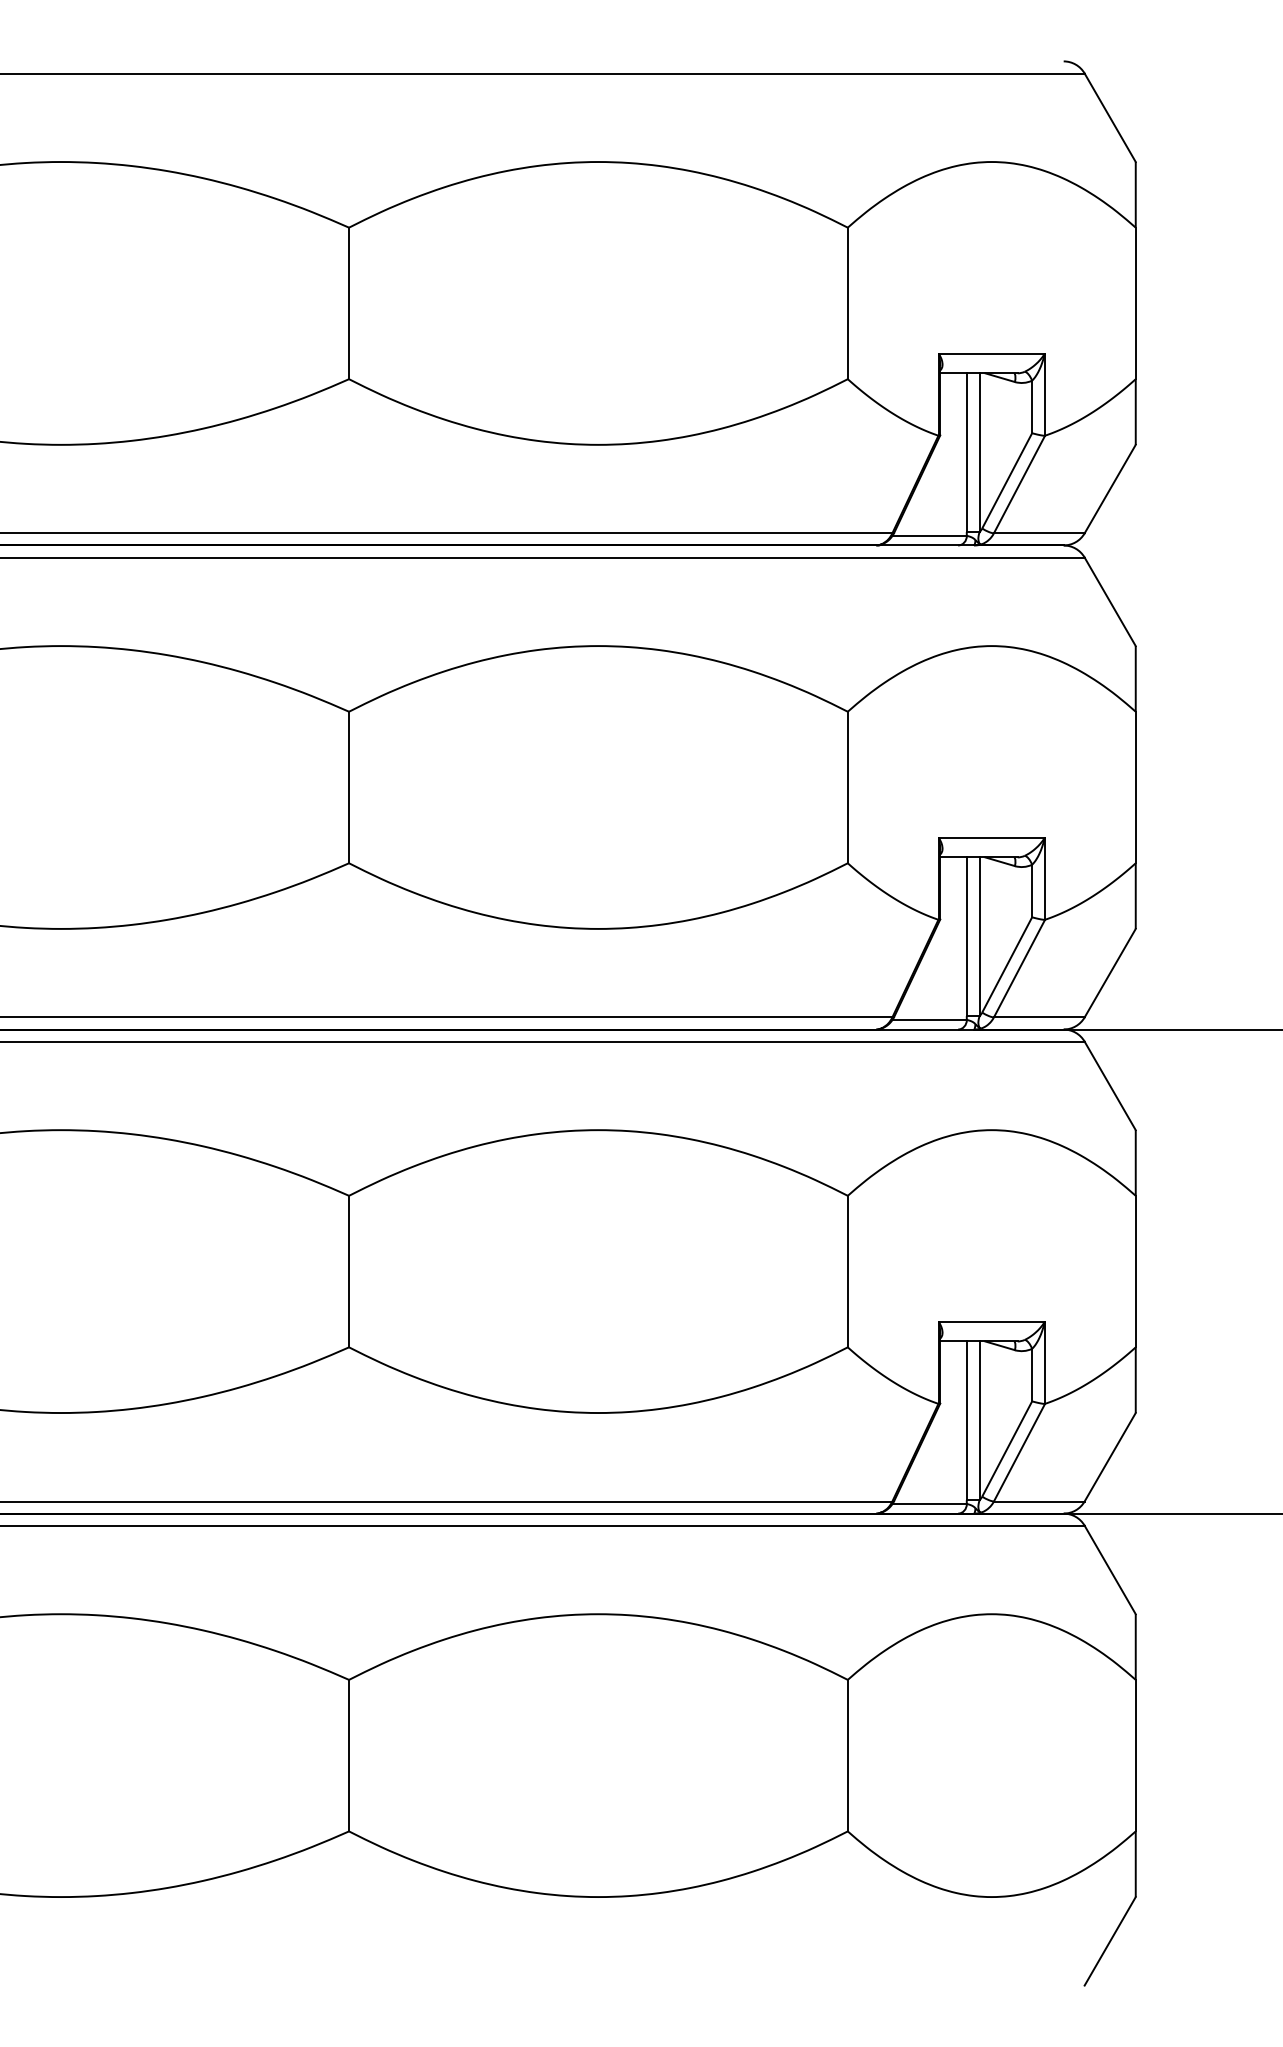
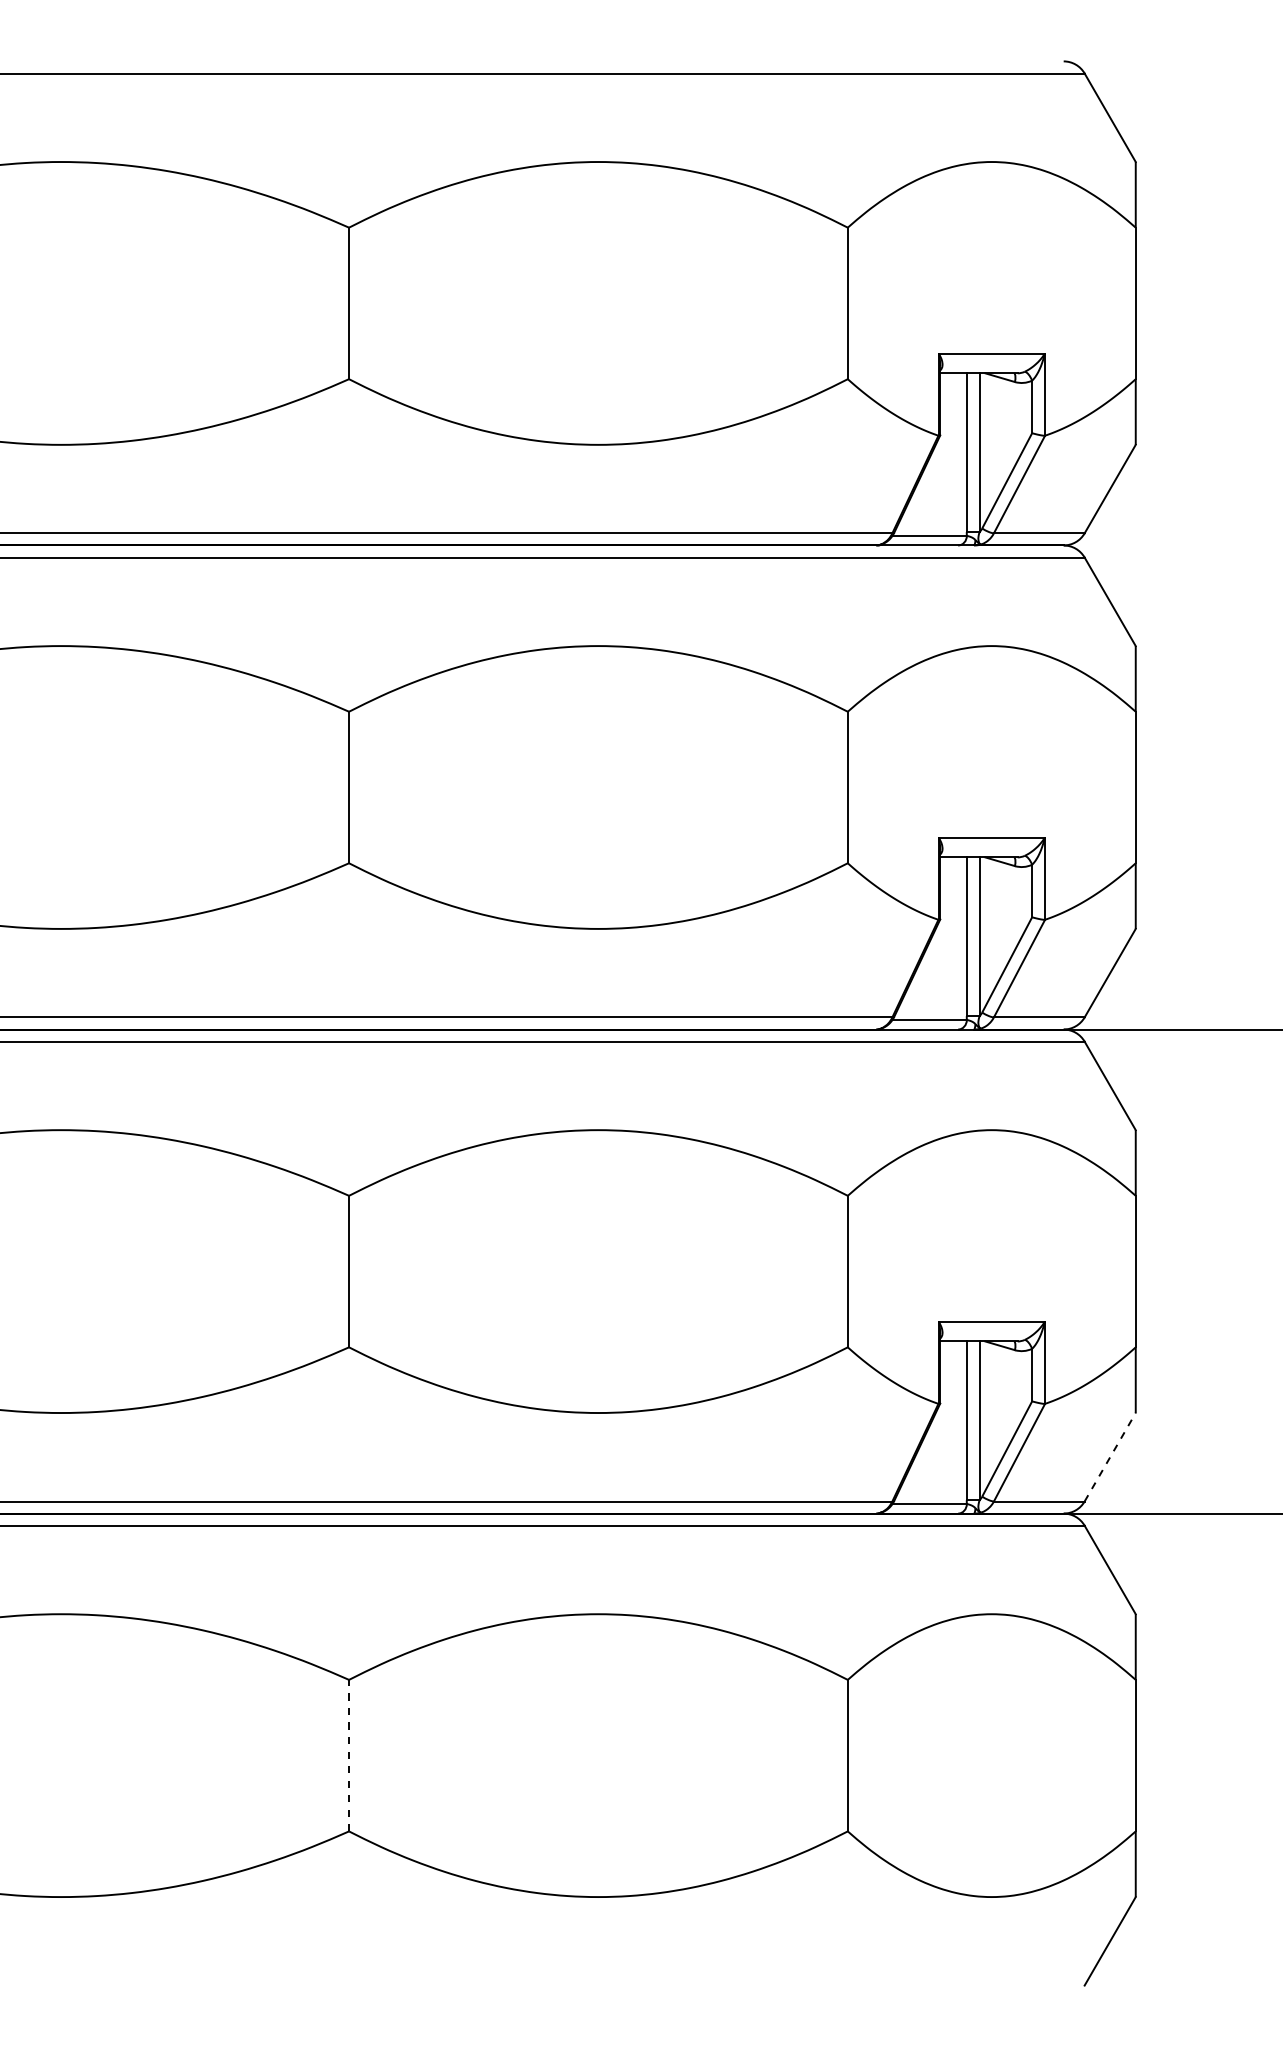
line at (1110, 1456): solid -> dashed
line at (349, 1755): solid -> dashed
